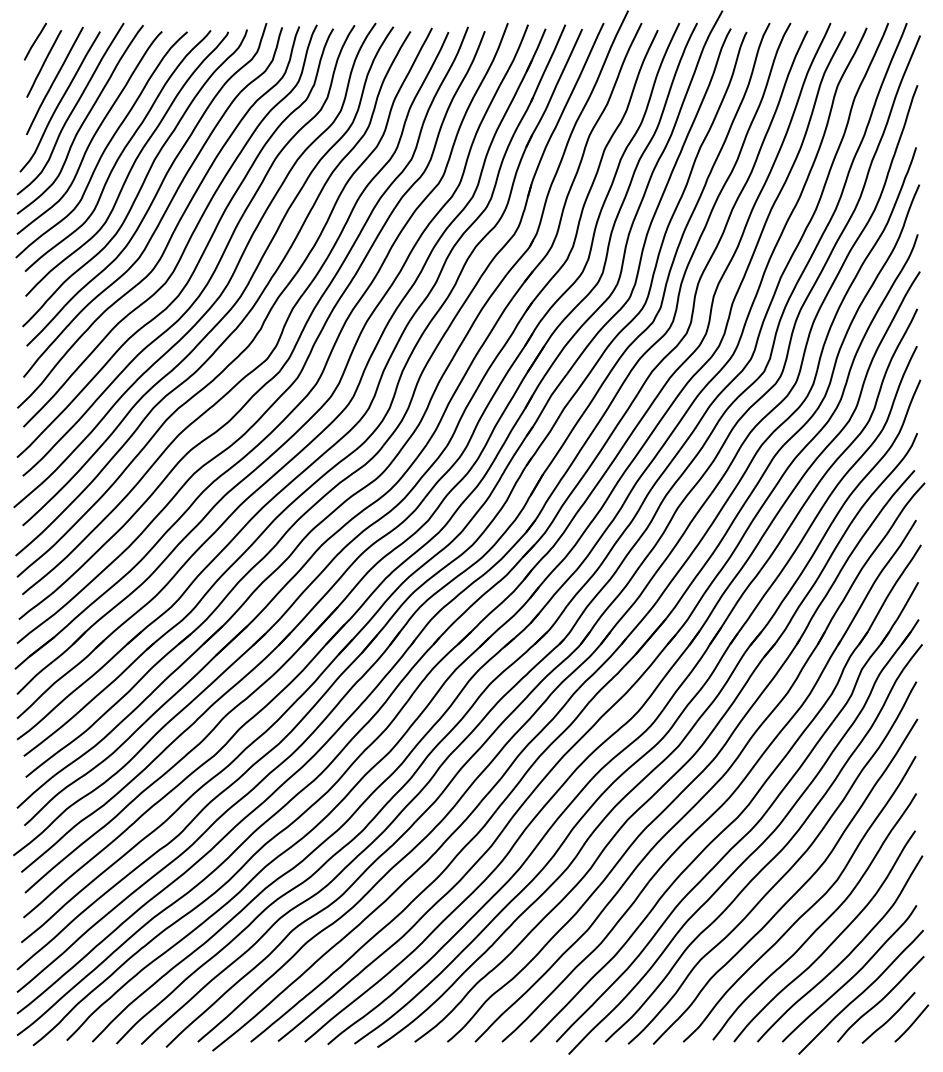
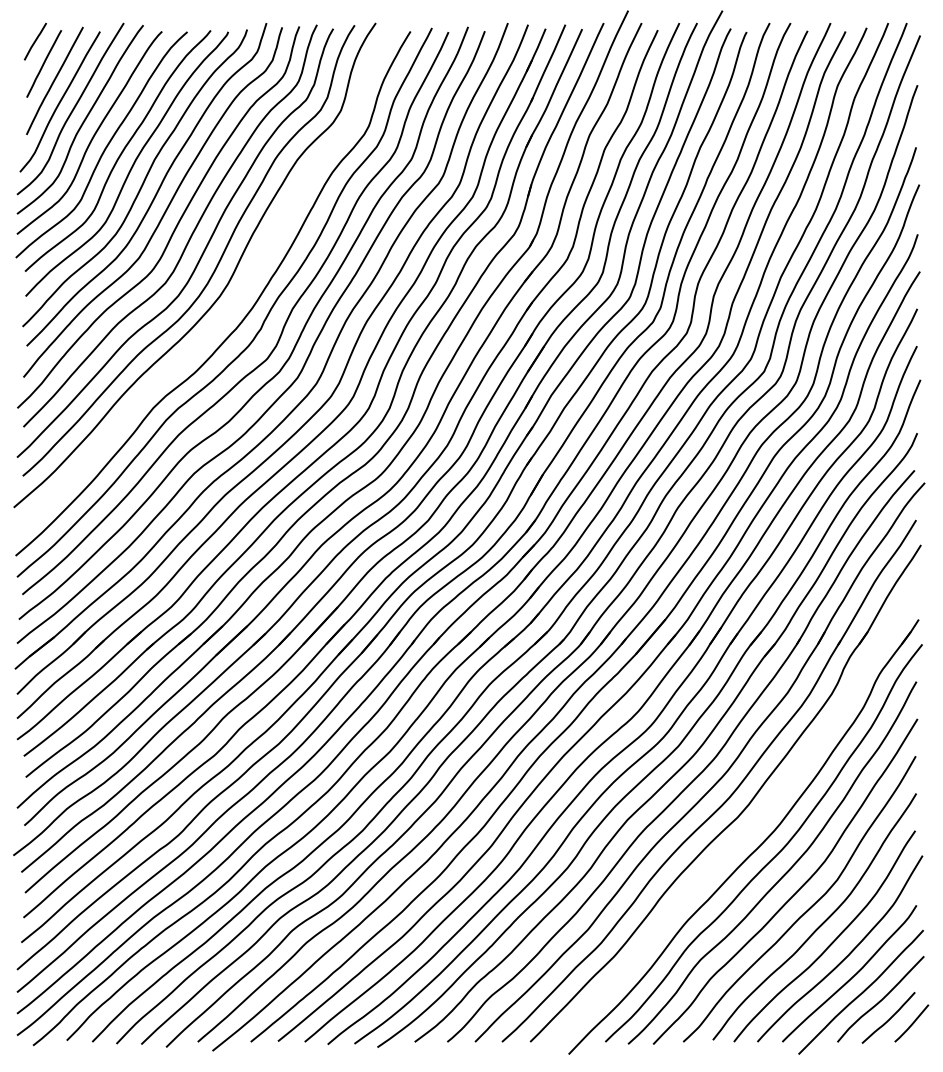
curve at (238, 297): present -> none
part at (753, 825): present -> none
